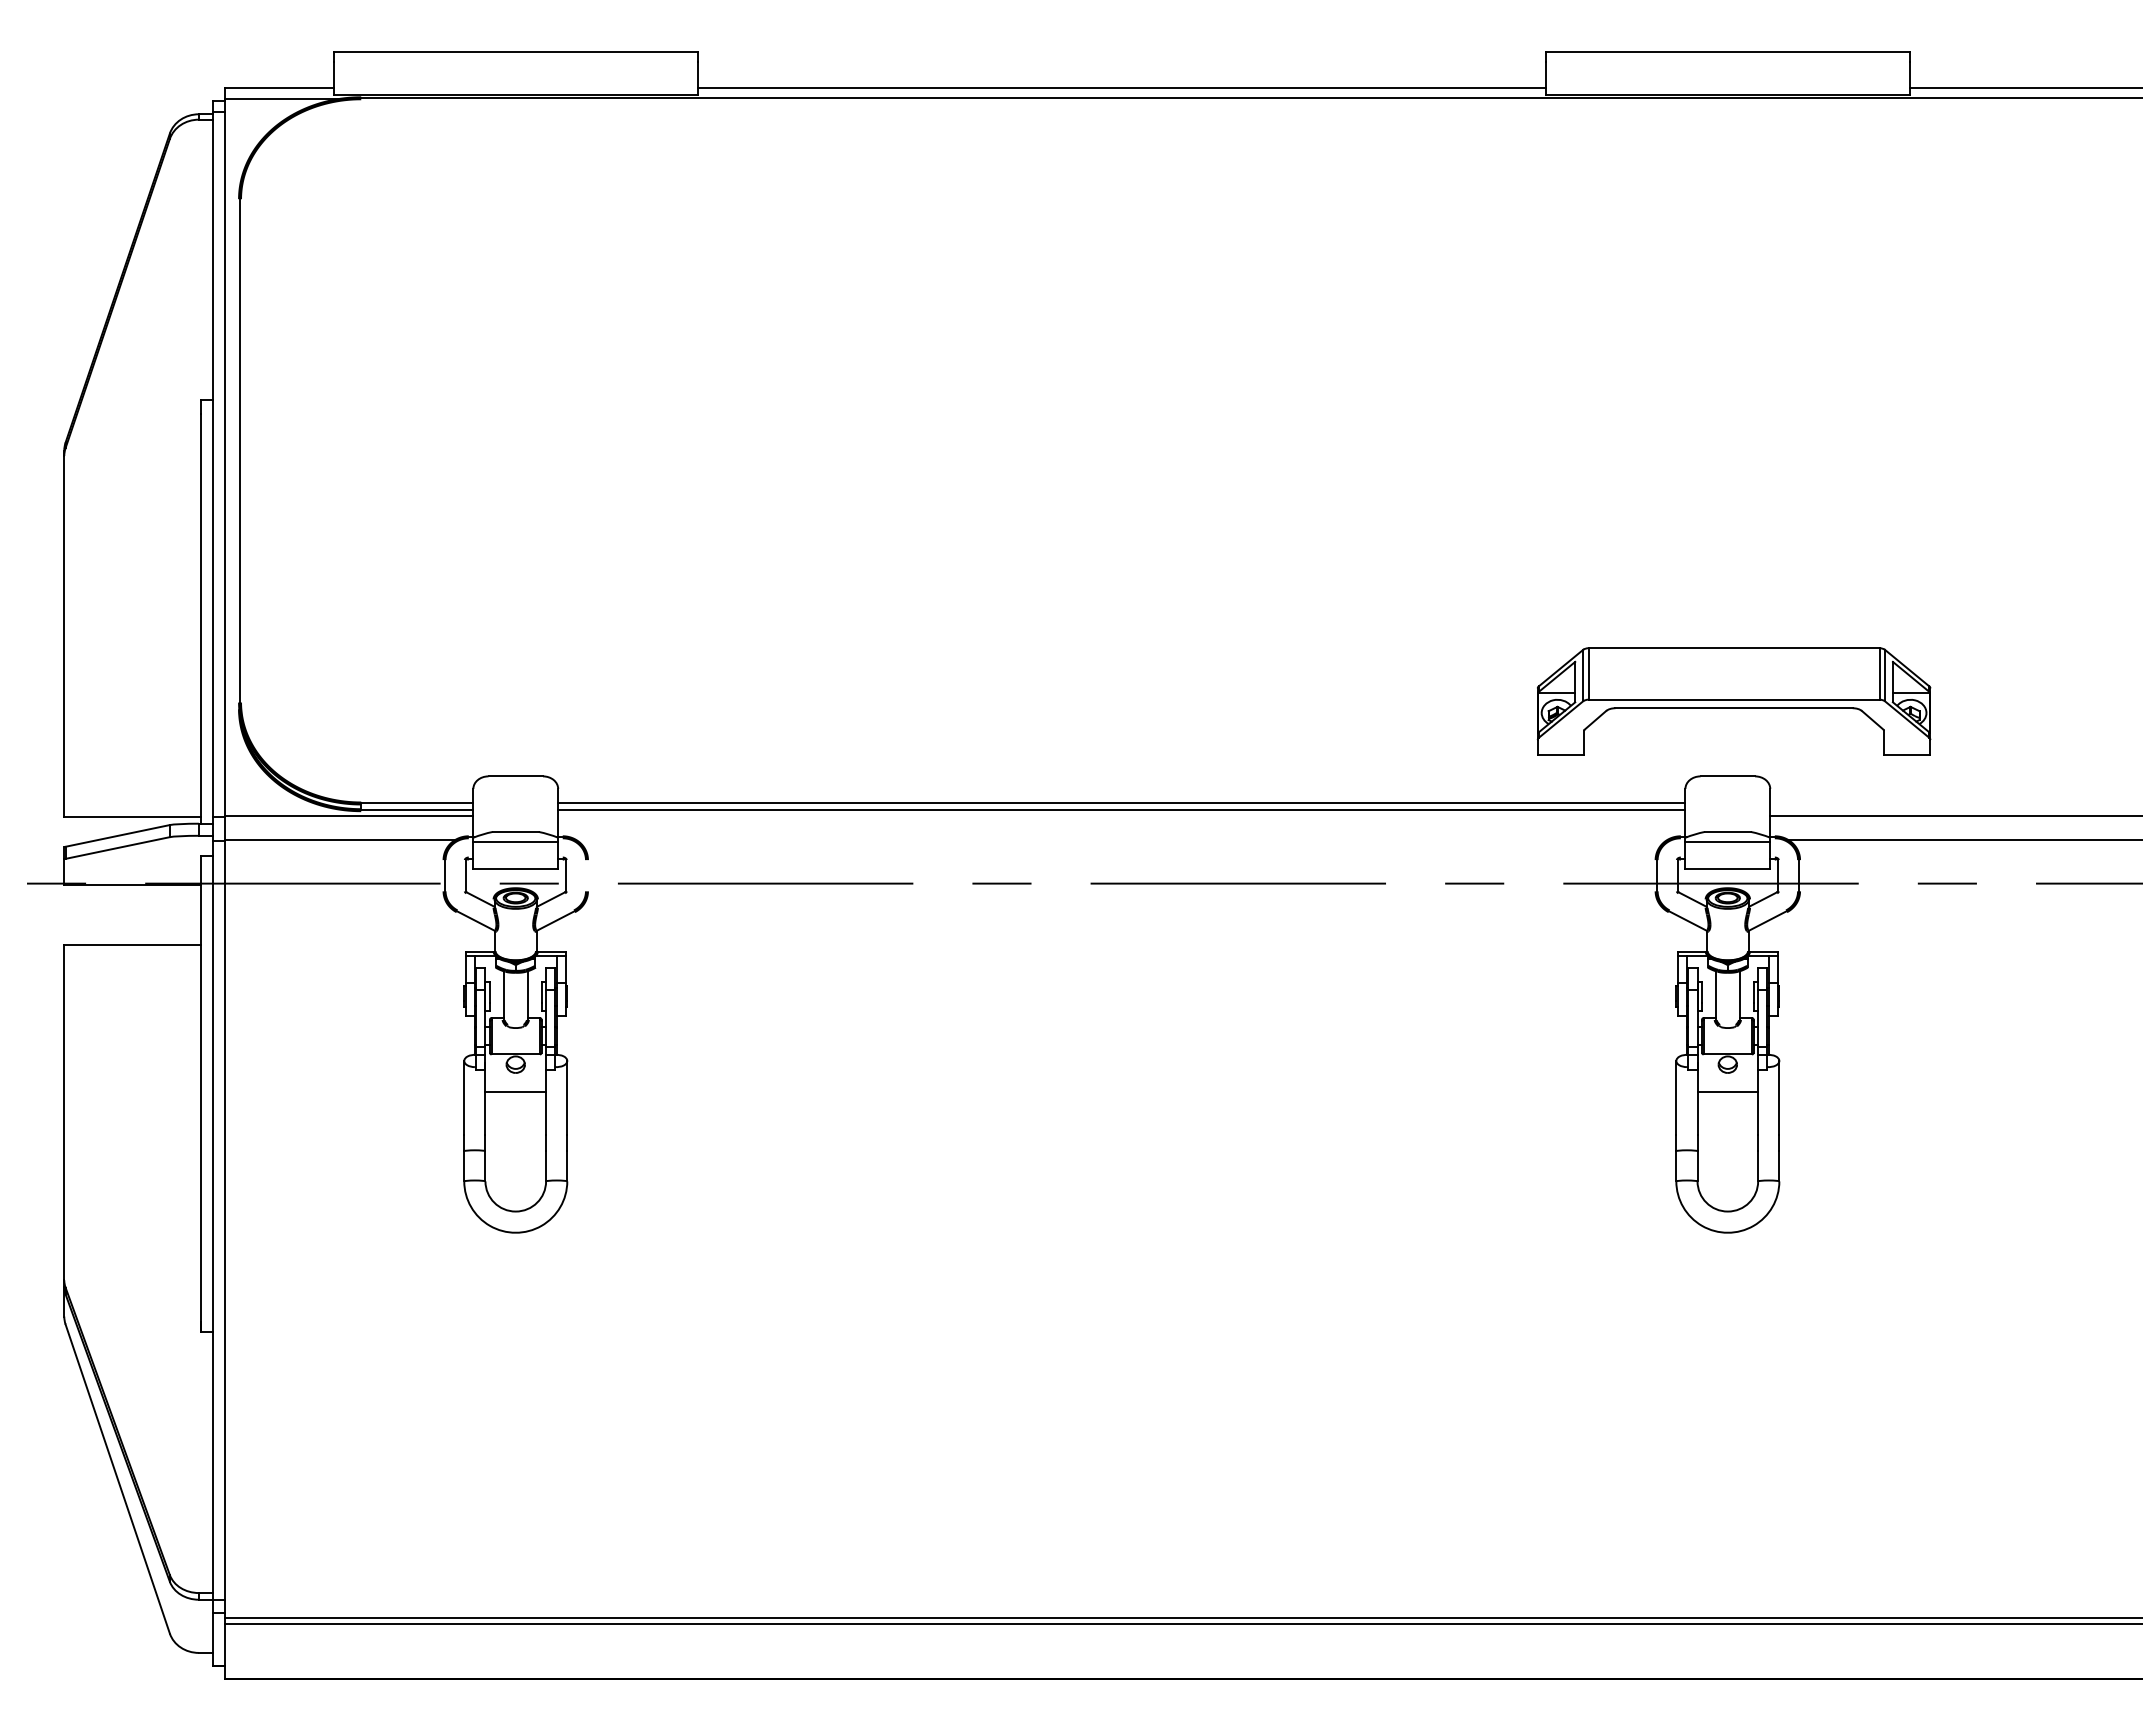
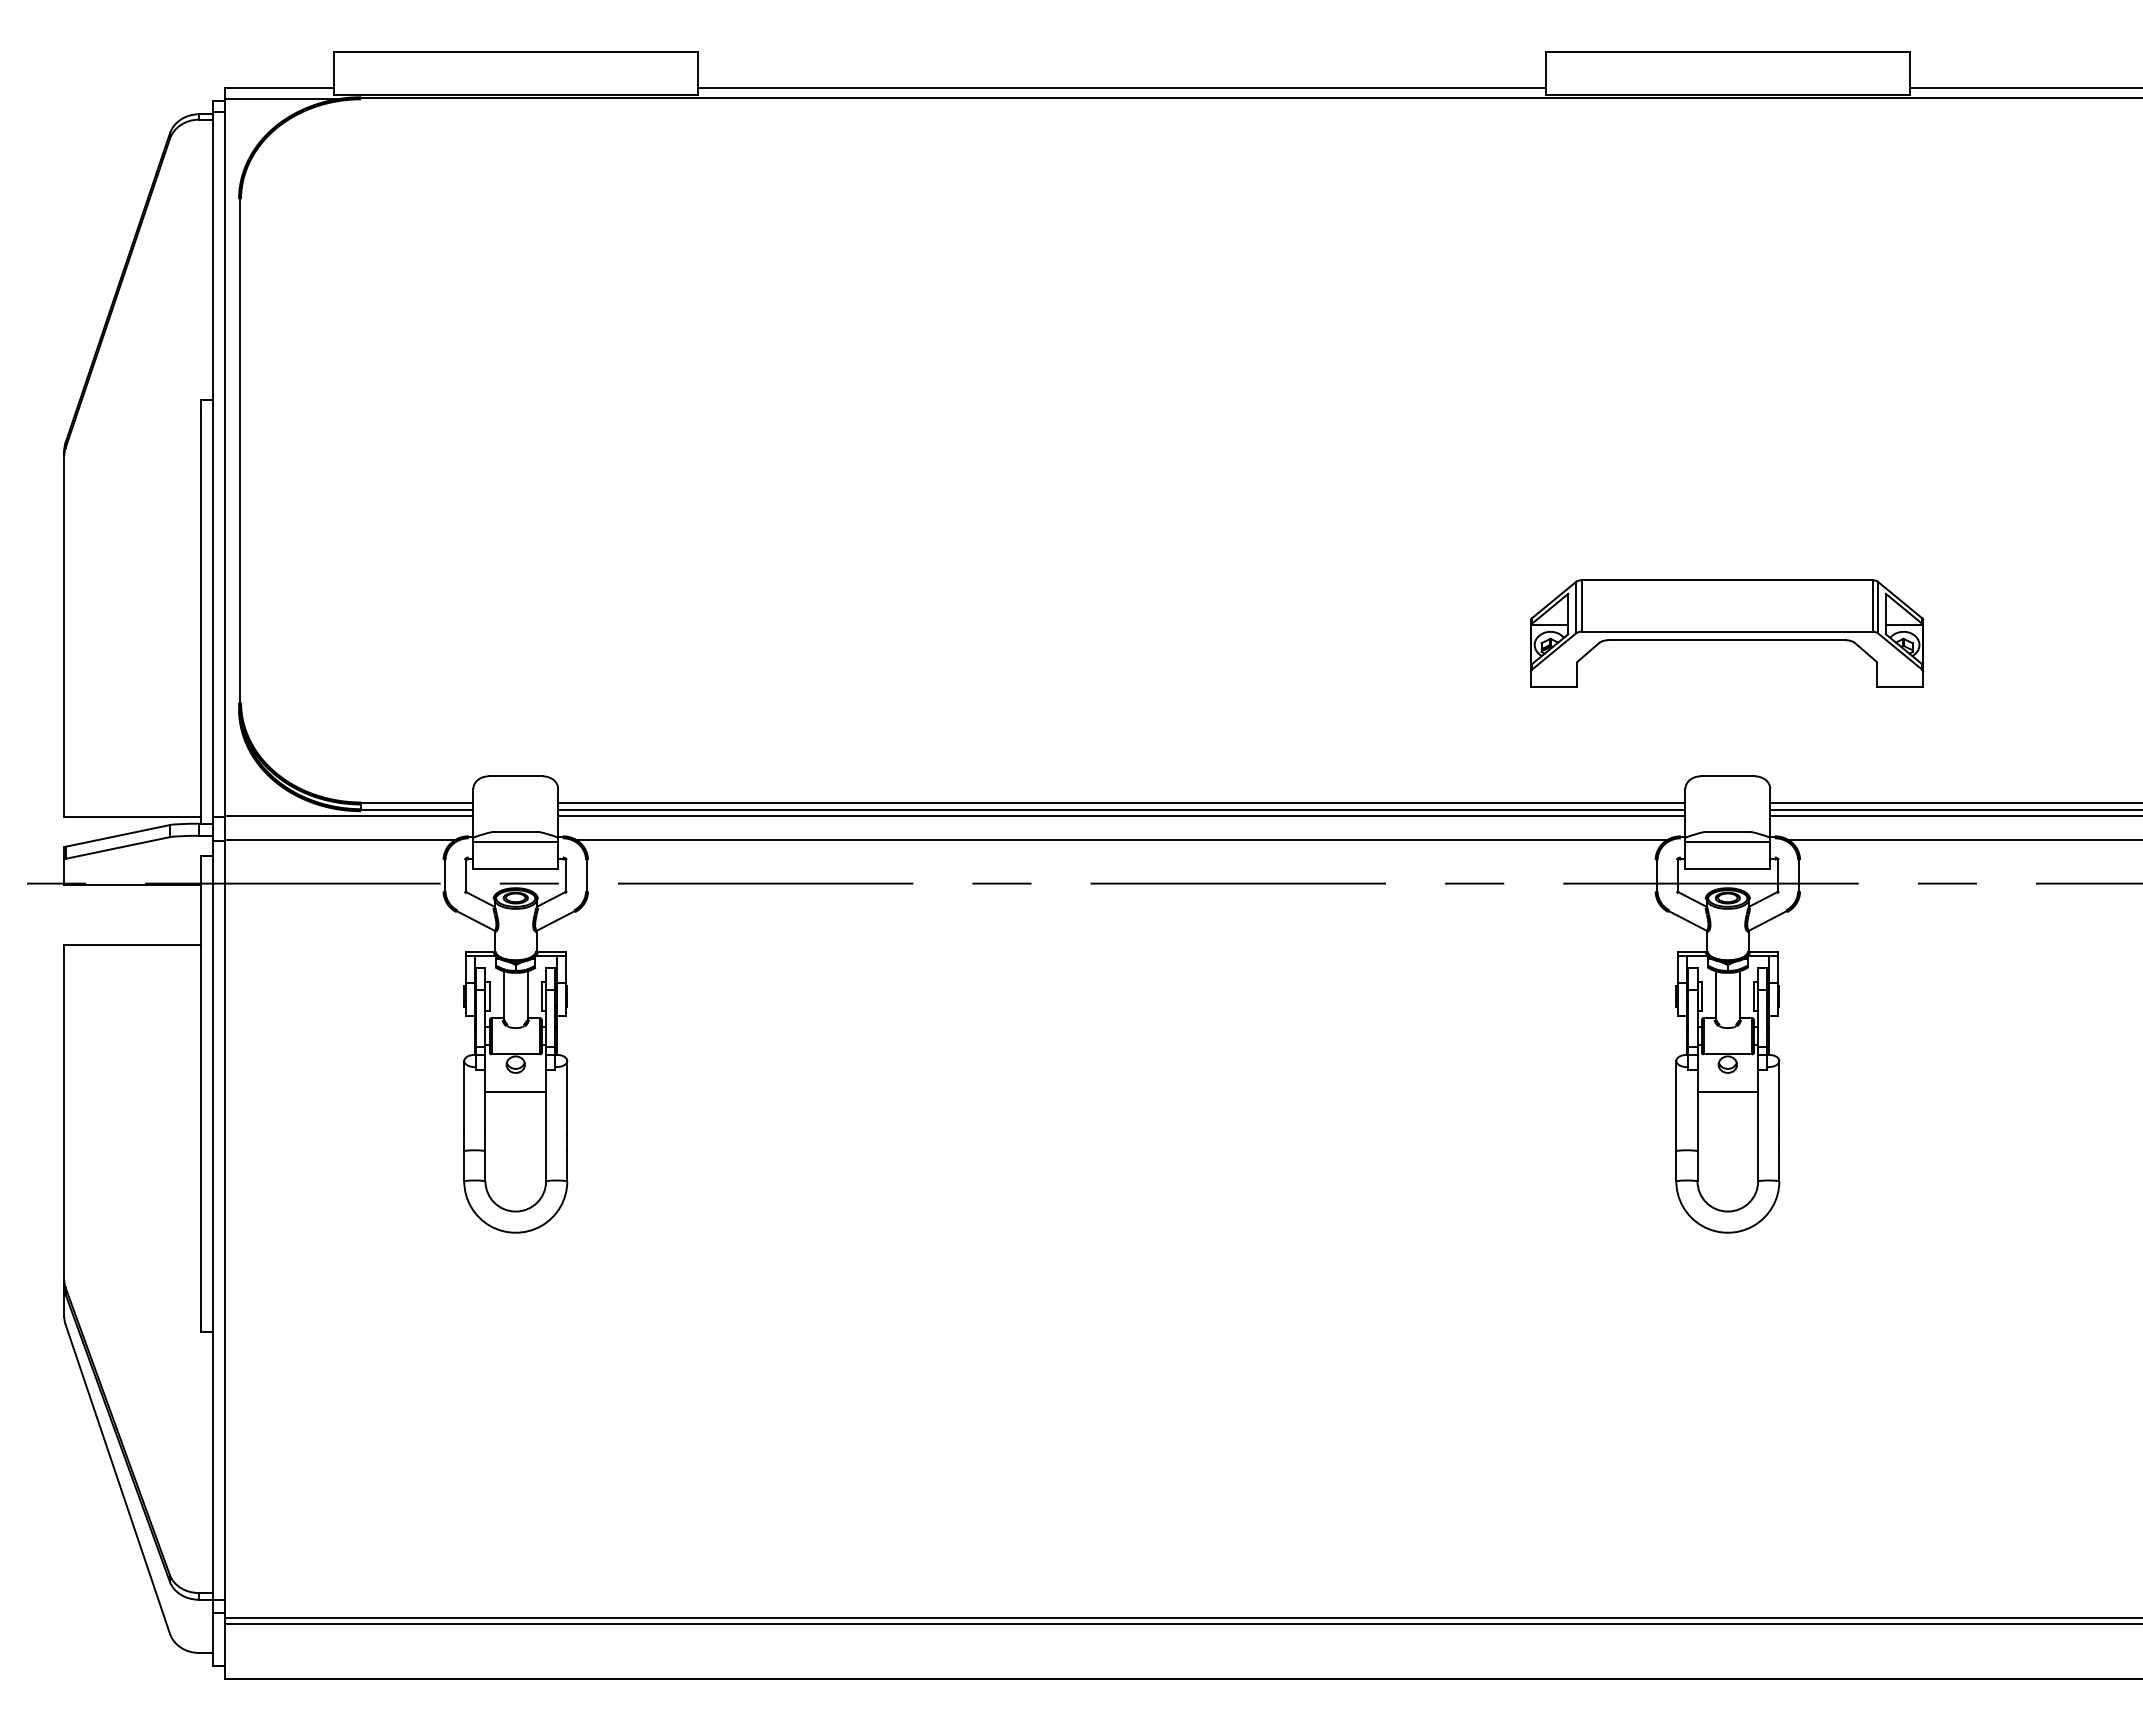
part at (1733, 701) position: (1733, 701) -> (1726, 633)
line at (1954, 803): none -> present
line at (1954, 810): none -> present
line at (1121, 816): none -> present
line at (1121, 840): none -> present
line at (586, 875): none -> present
